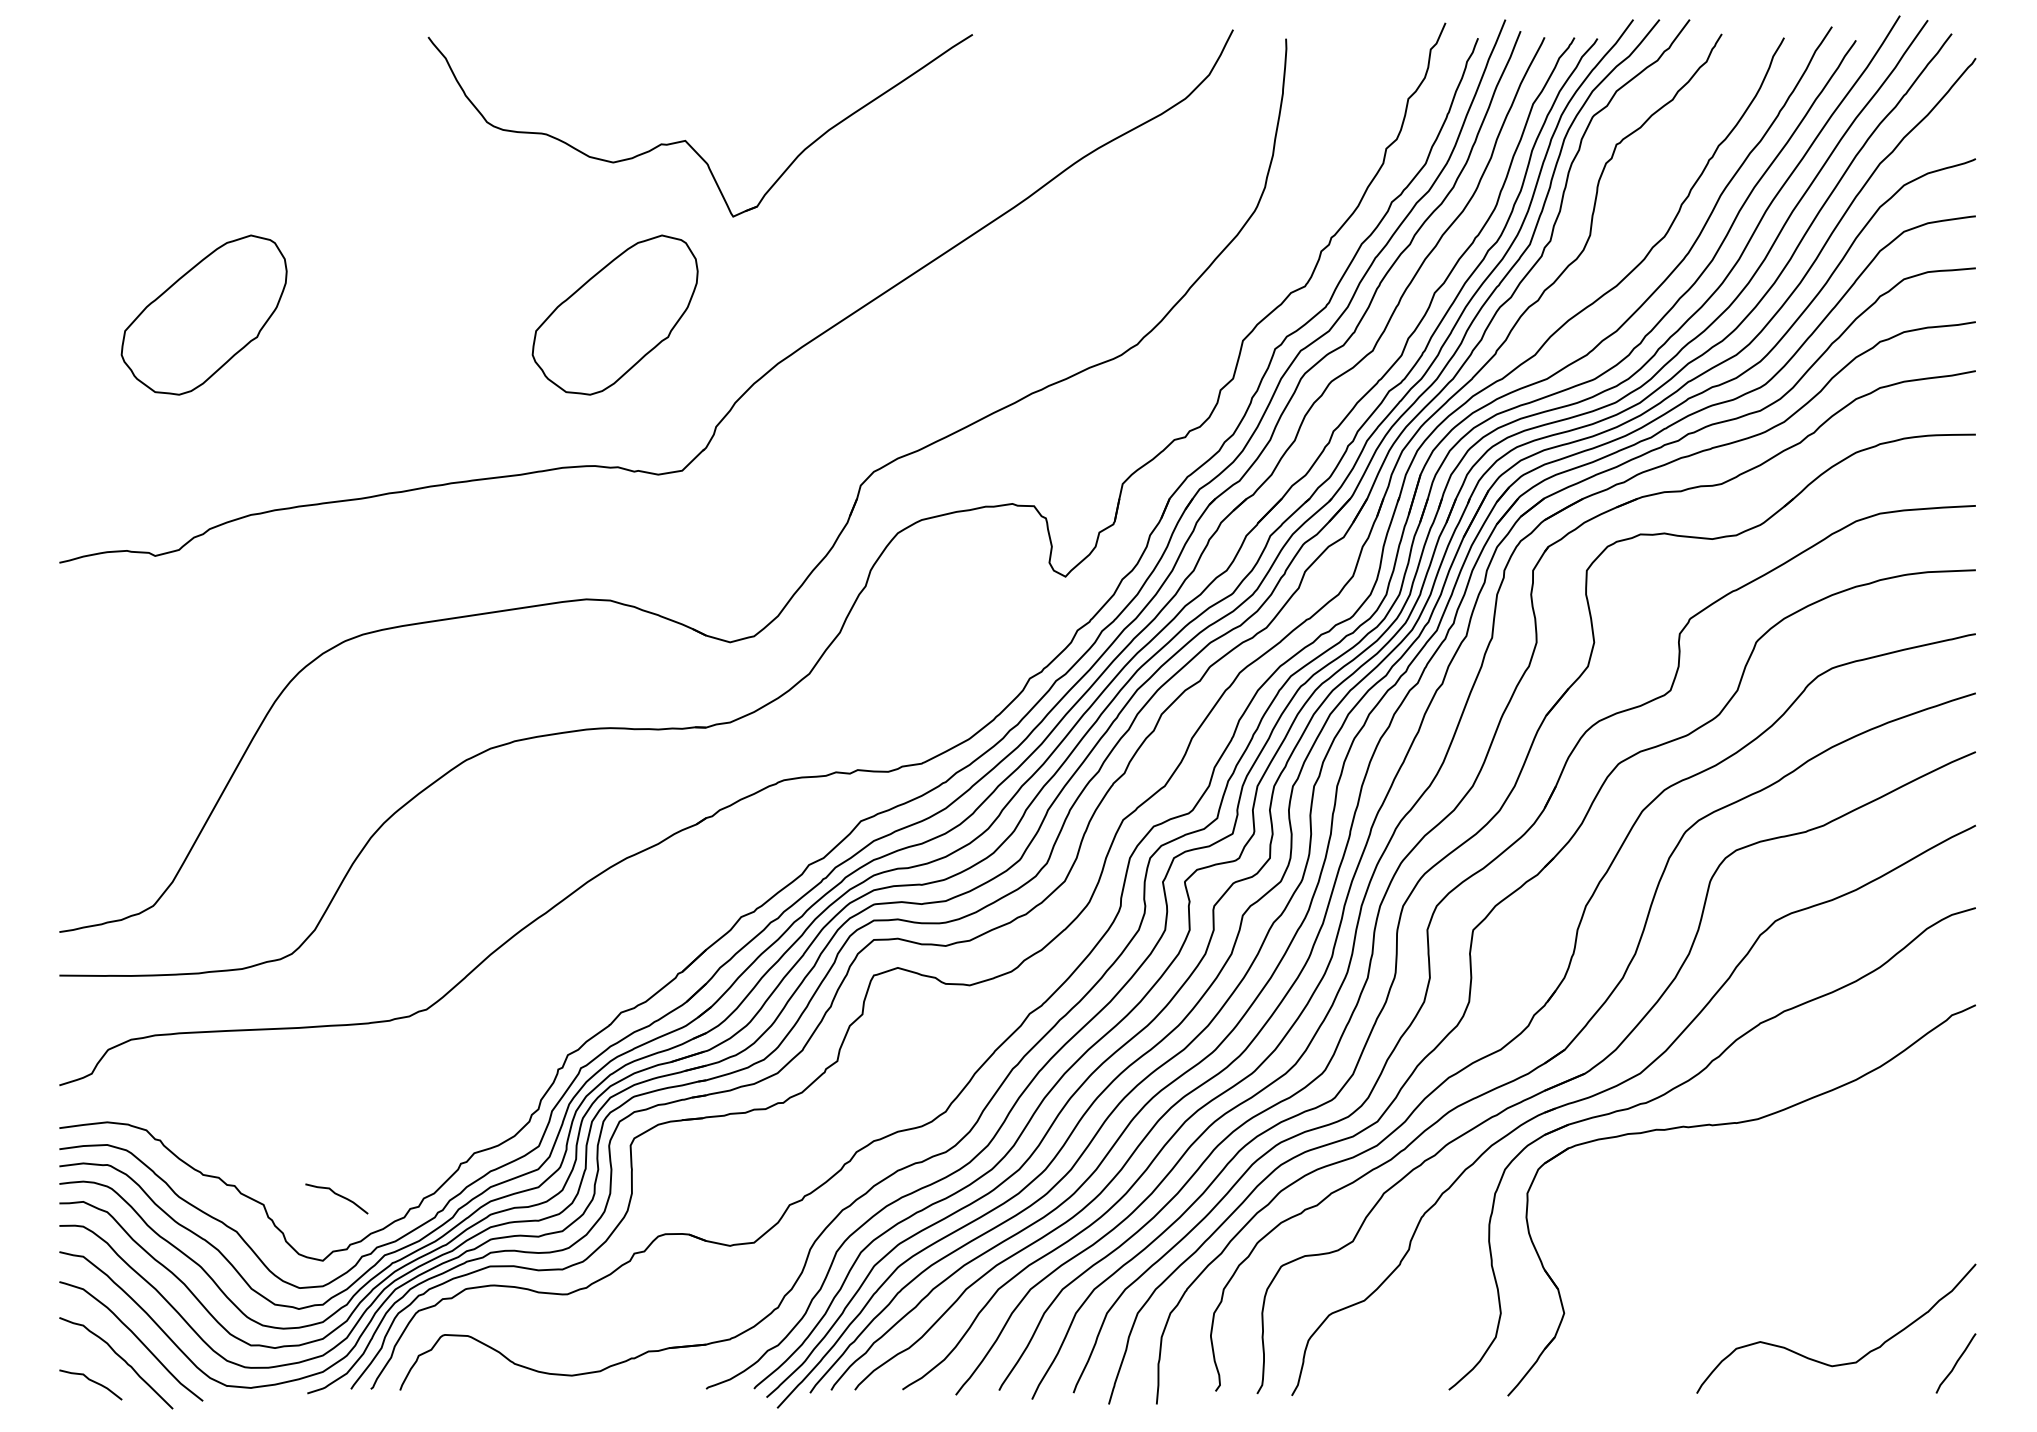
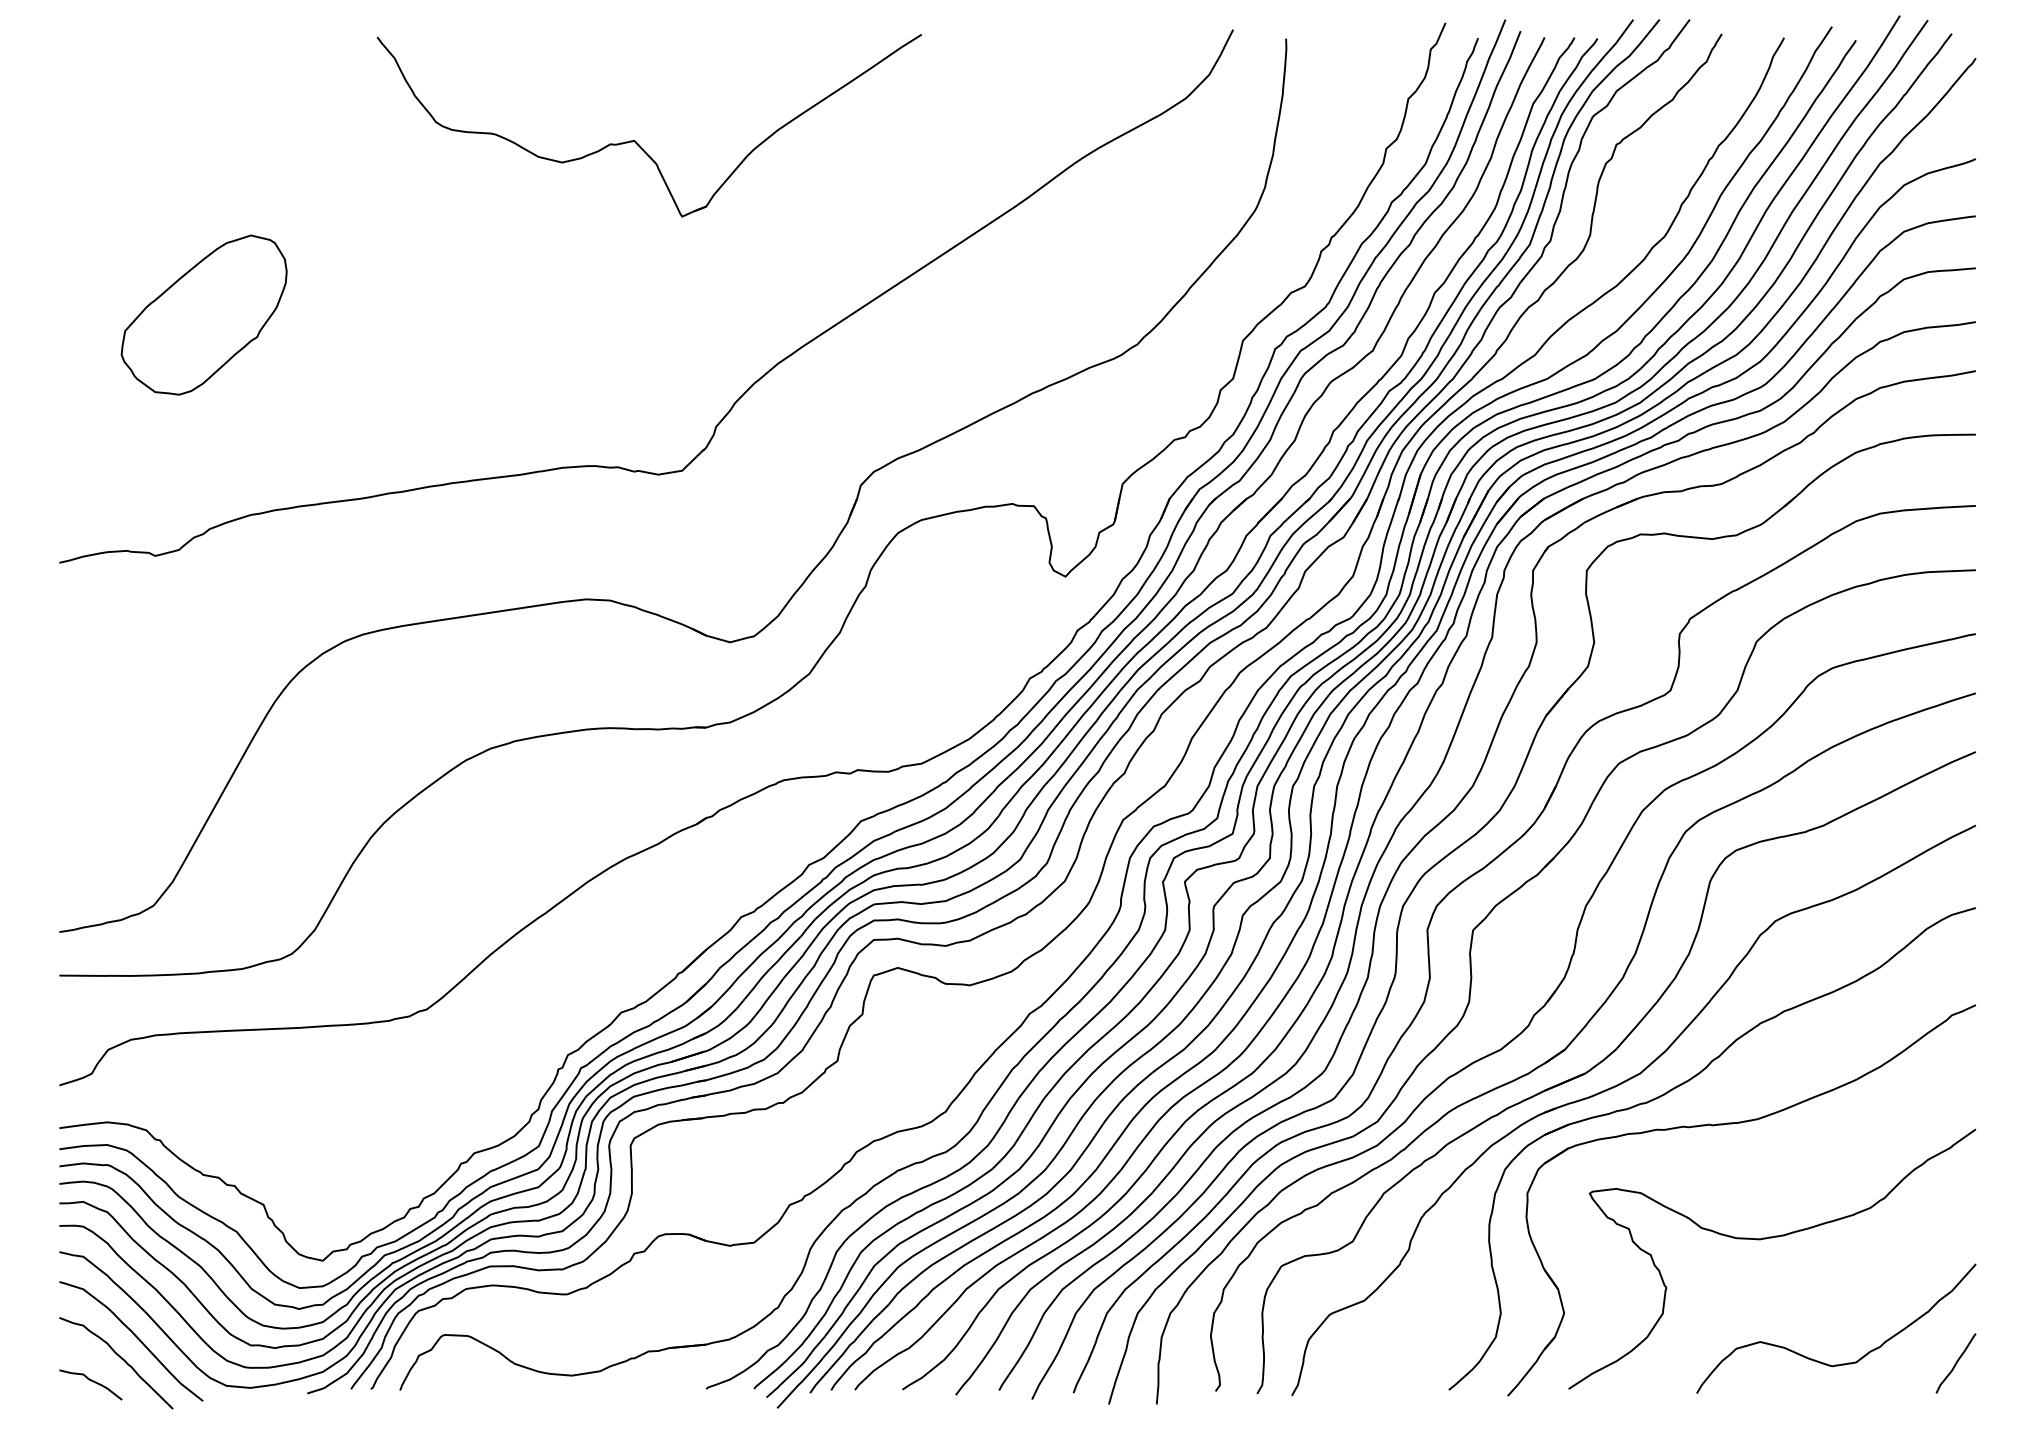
part at (686, 140) position: (686, 140) -> (635, 140)
part at (614, 314): present -> none
curve at (337, 1195): present -> none
curve at (1766, 1239): none -> present
